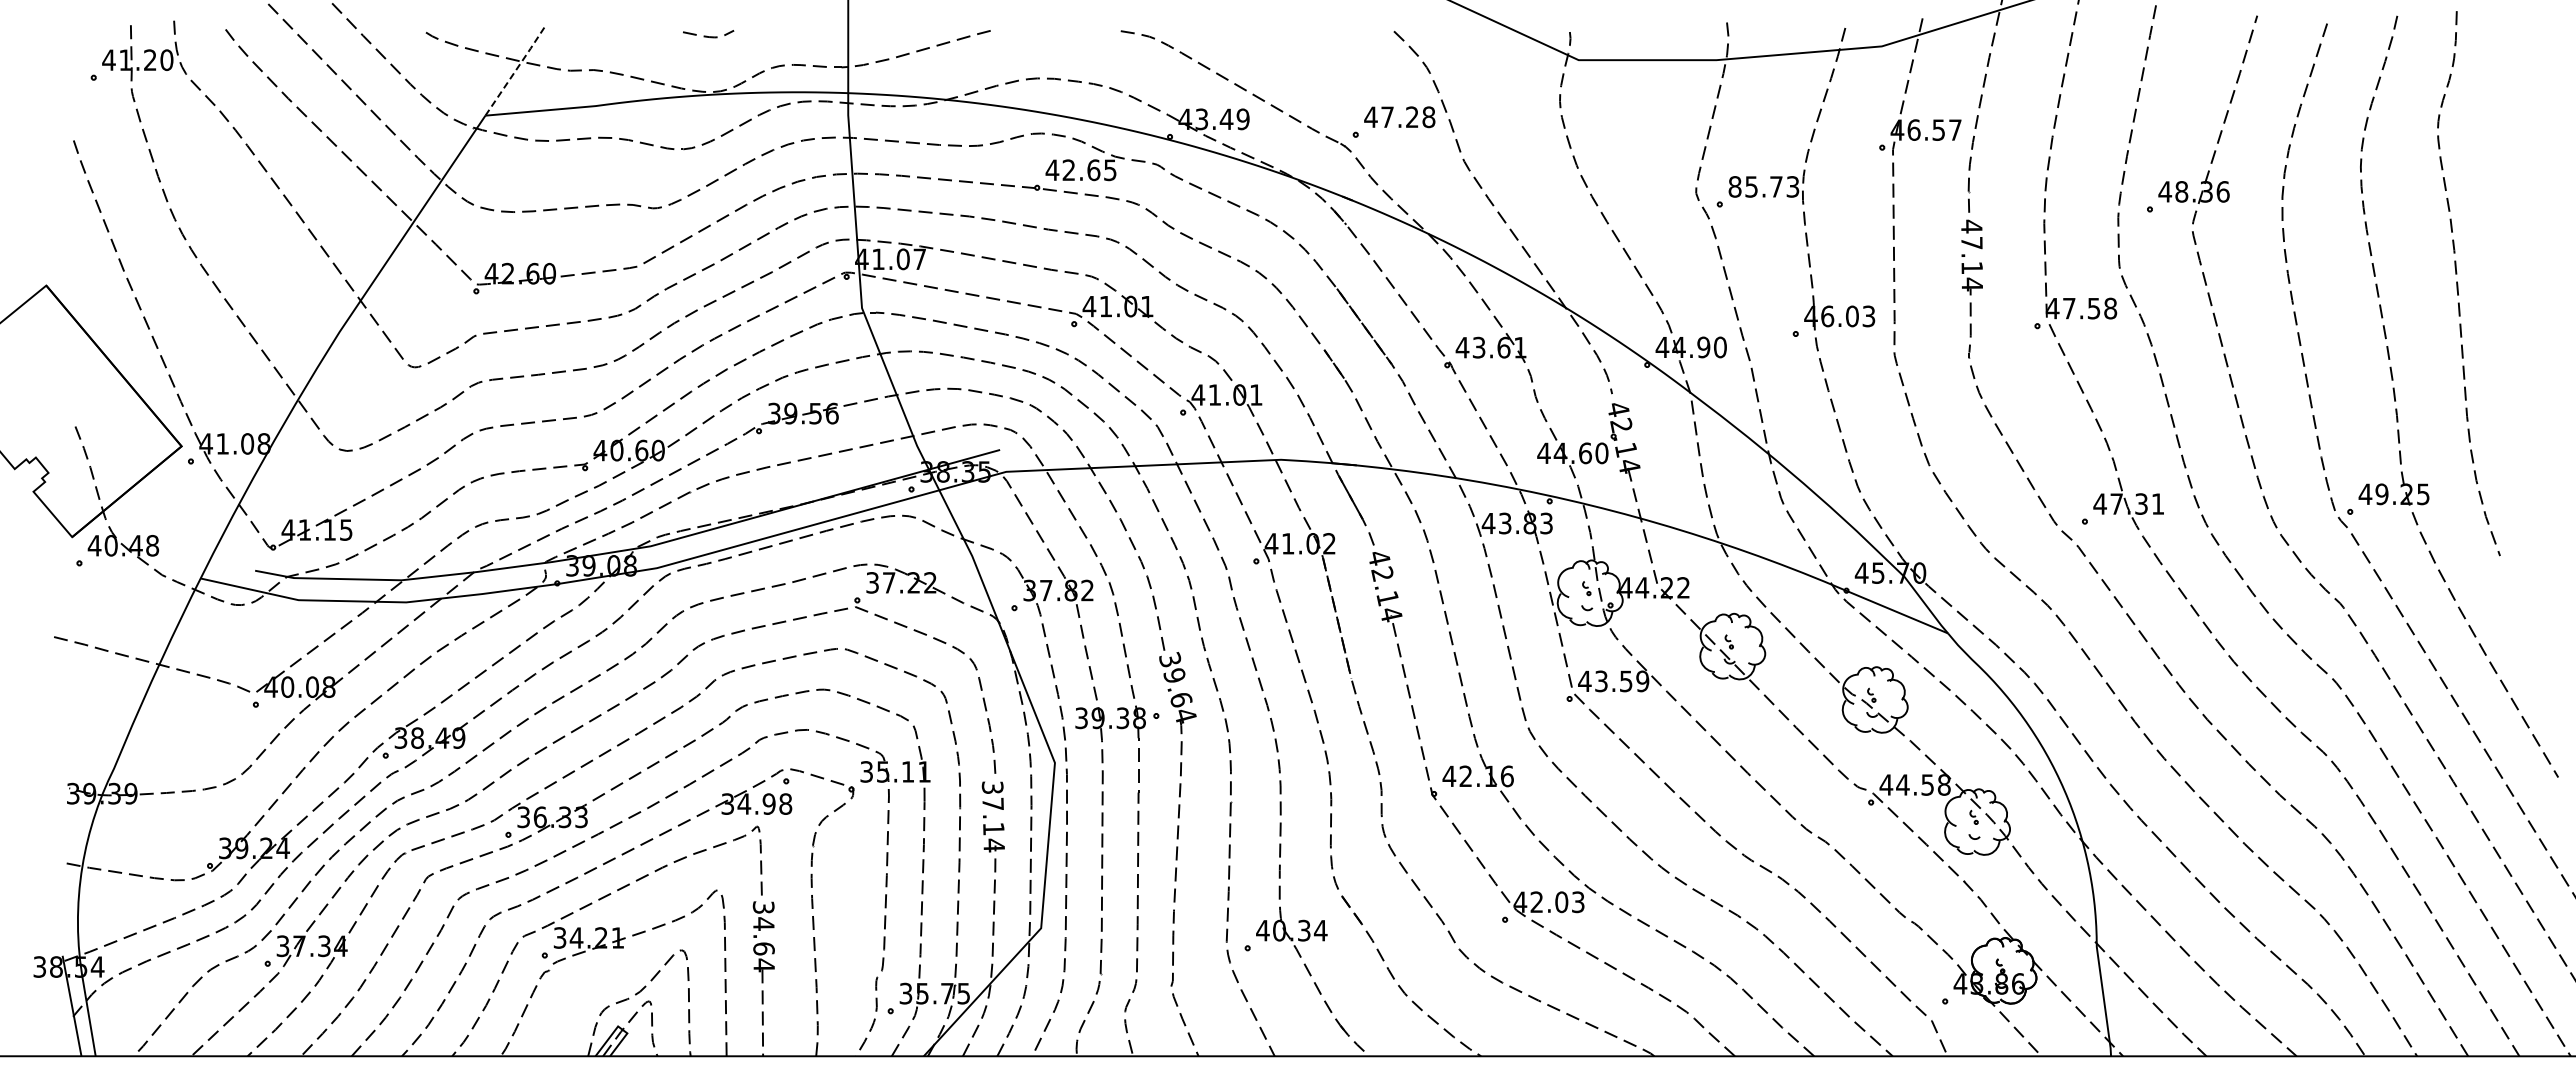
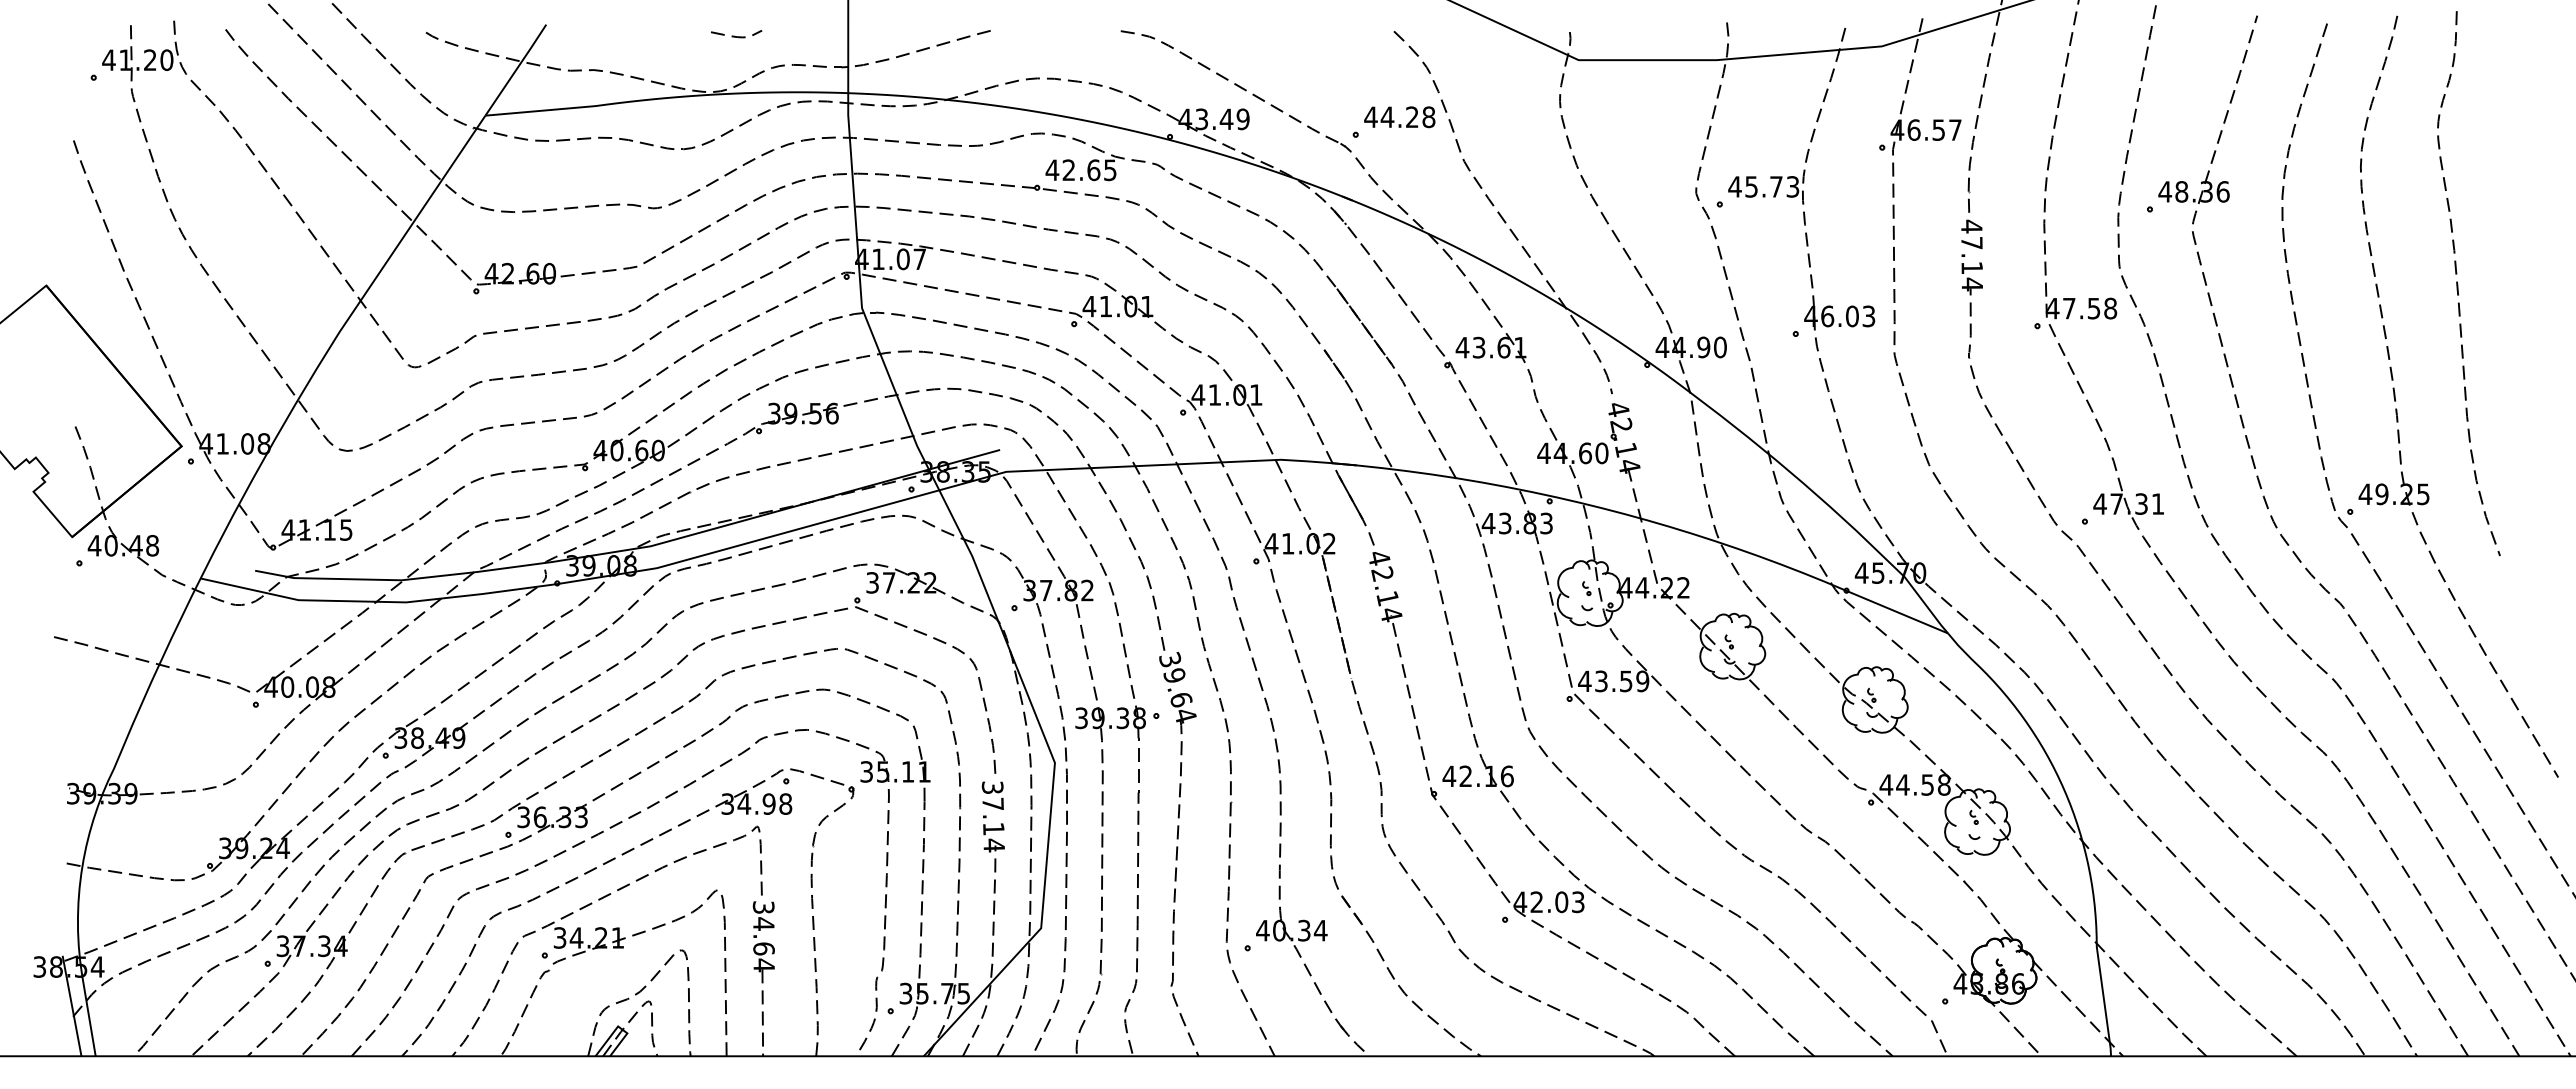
curve at (708, 36) position: (708, 36) -> (736, 36)
line at (516, 69): dashed -> solid
text at (1387, 116): 47.28 -> 44.28
text at (1734, 186): 85.73 -> 45.73
